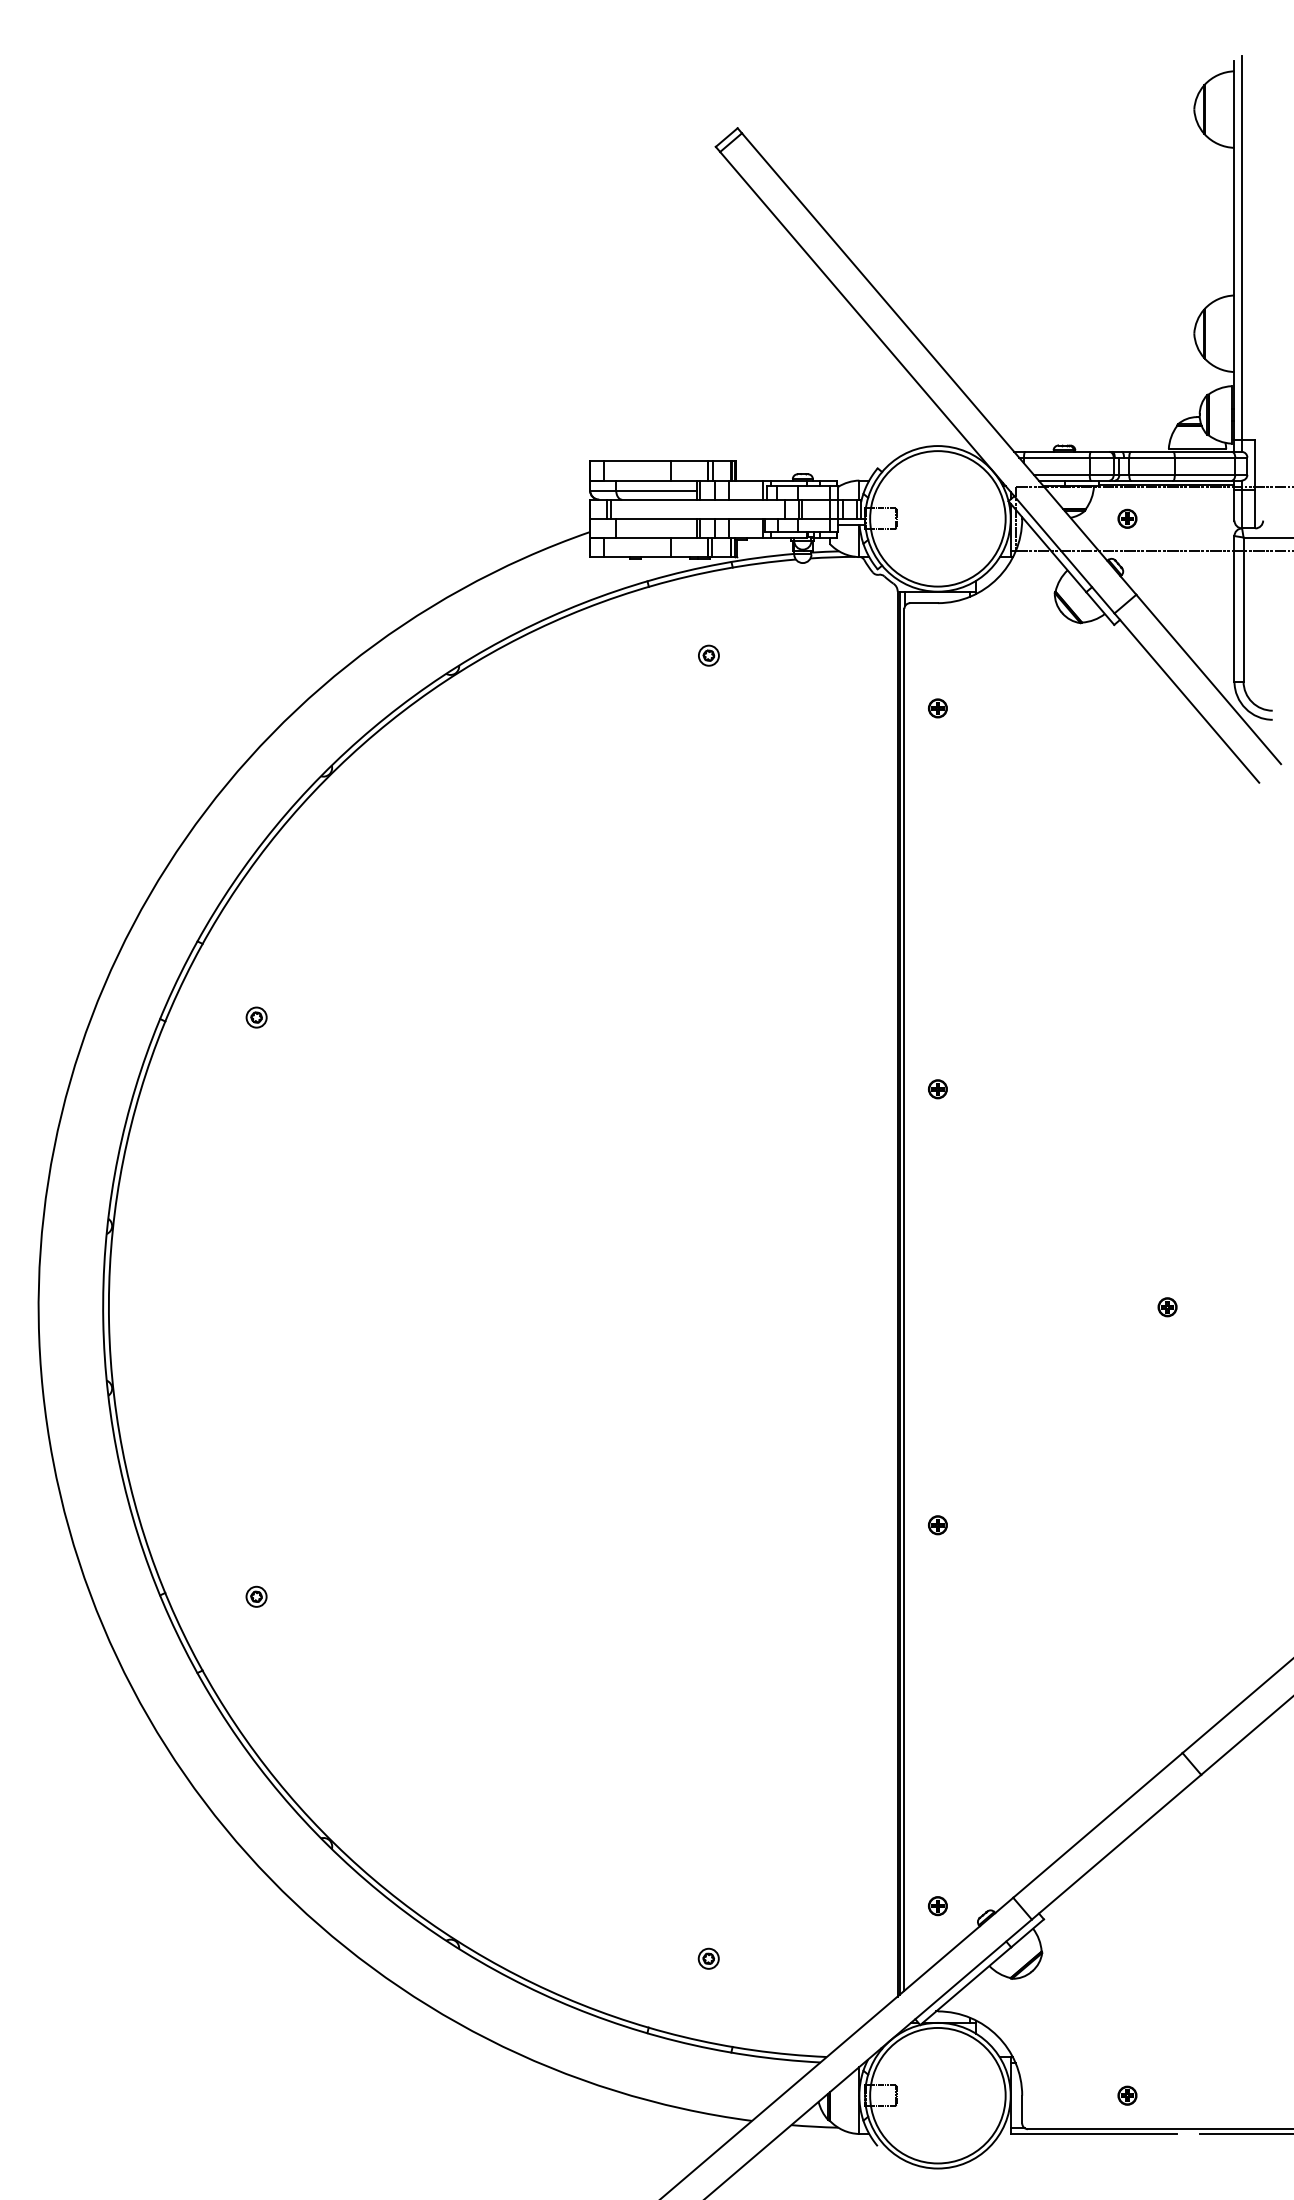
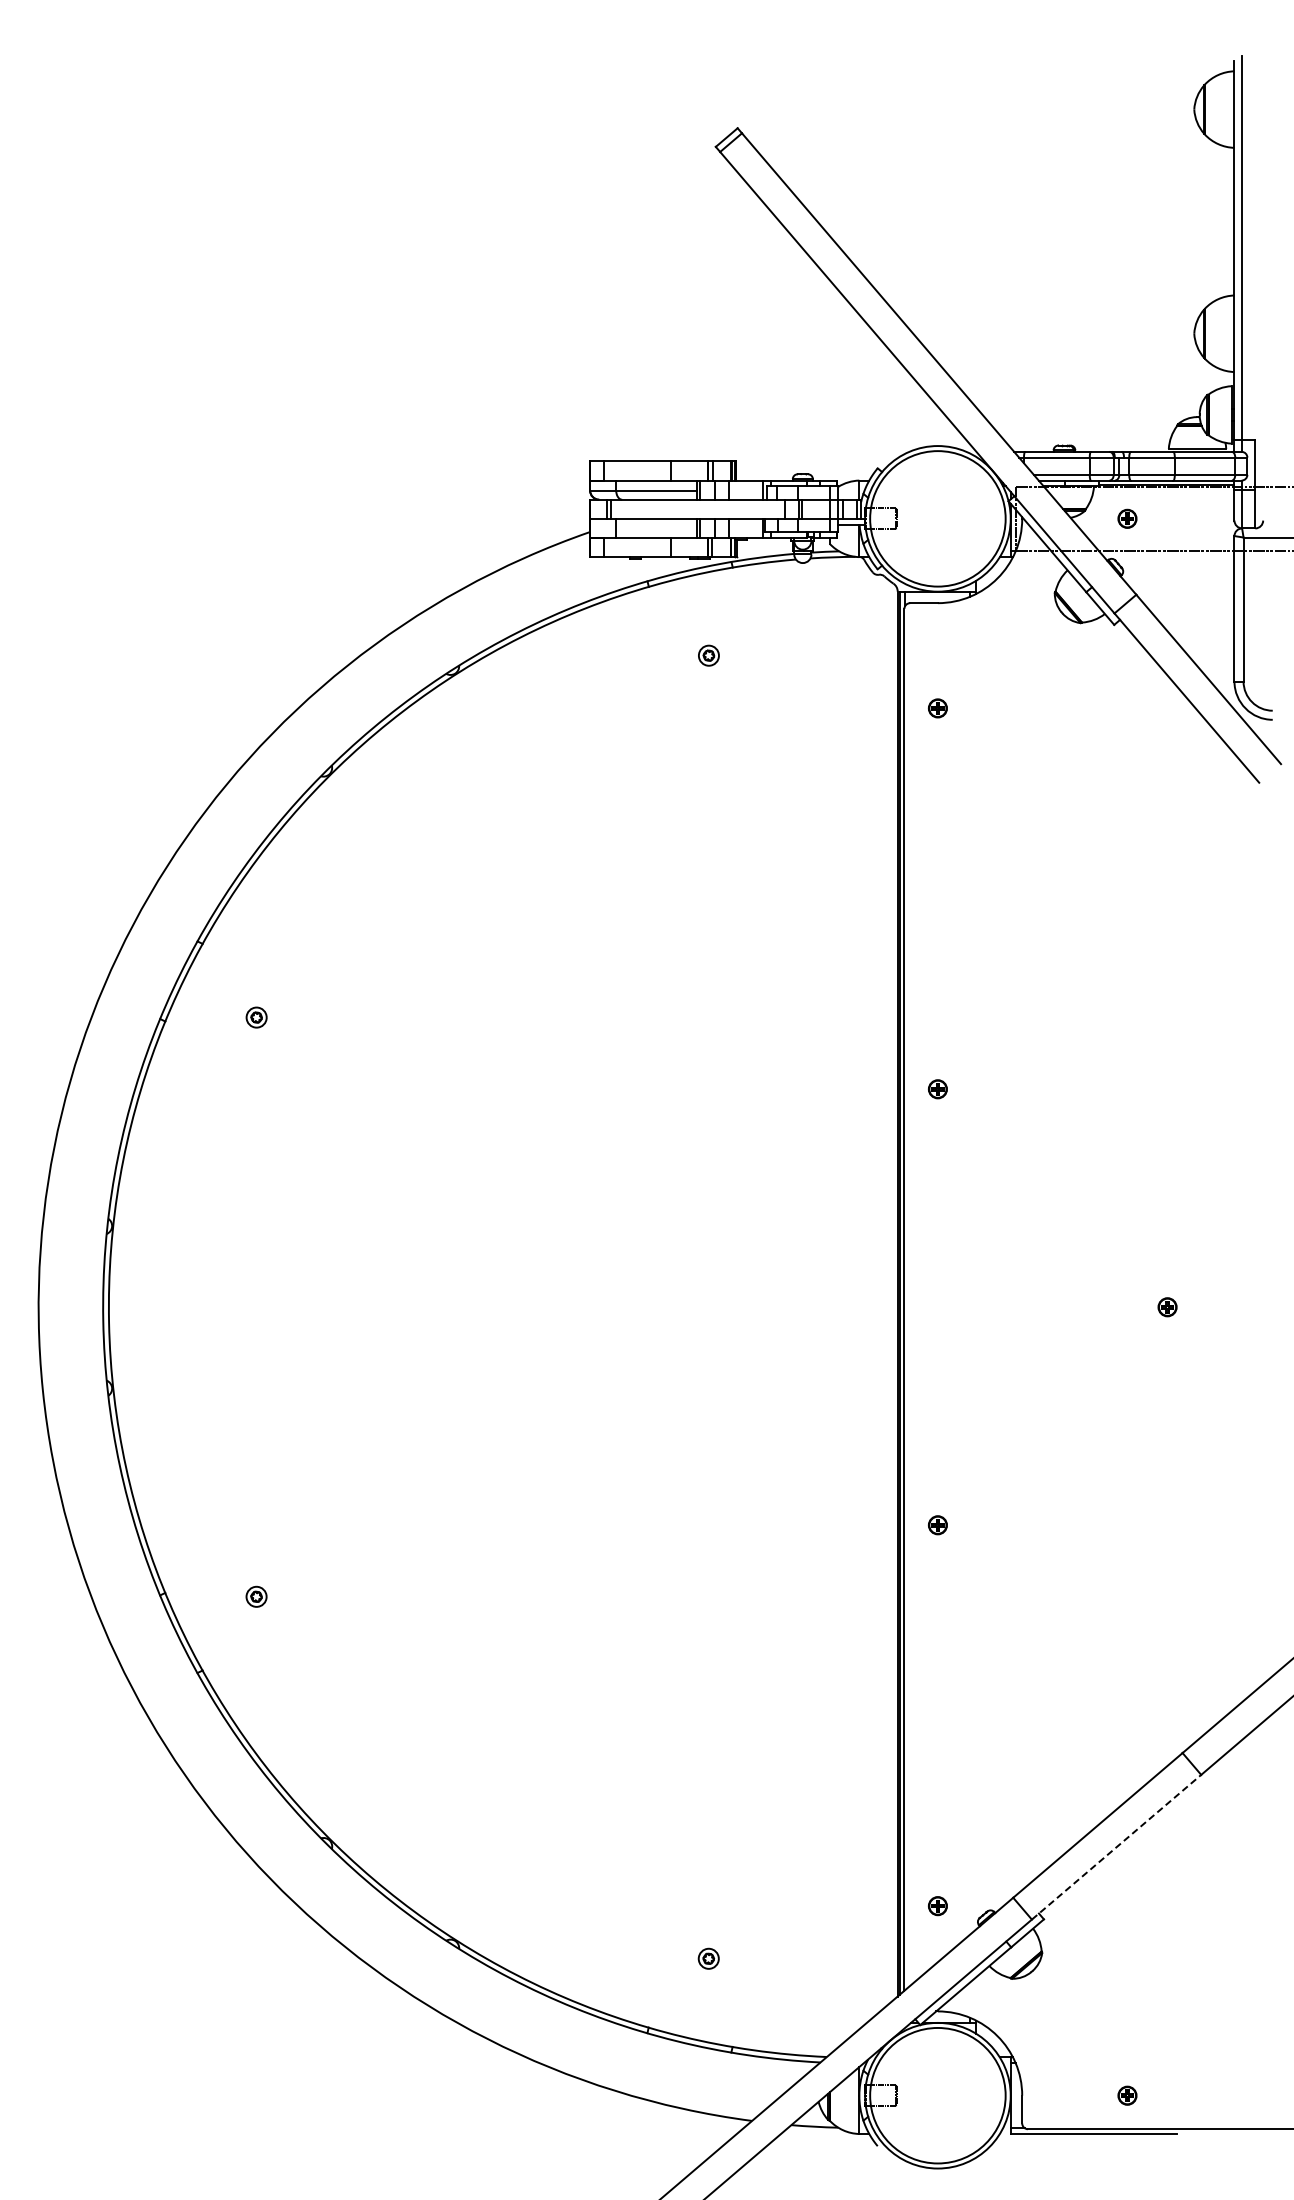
line at (1116, 1846): solid -> dashed
line at (1245, 2134): present -> none
